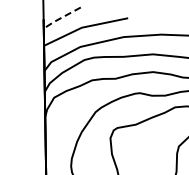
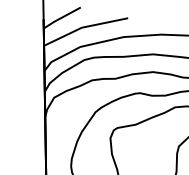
line at (61, 17): dashed -> solid
